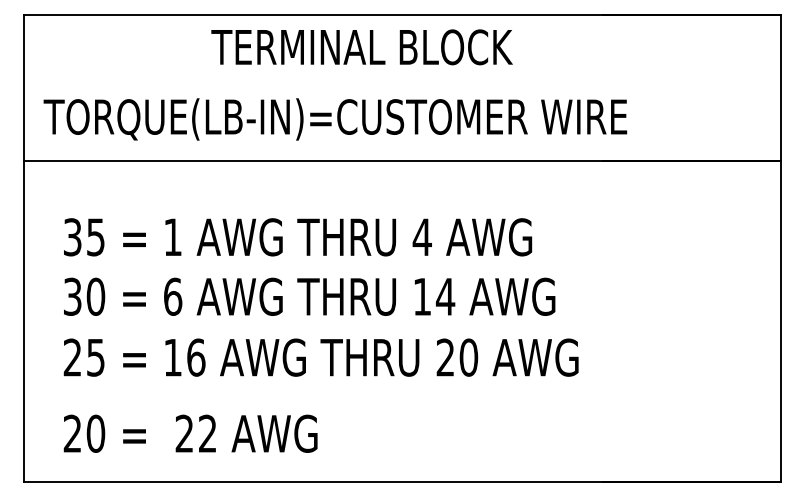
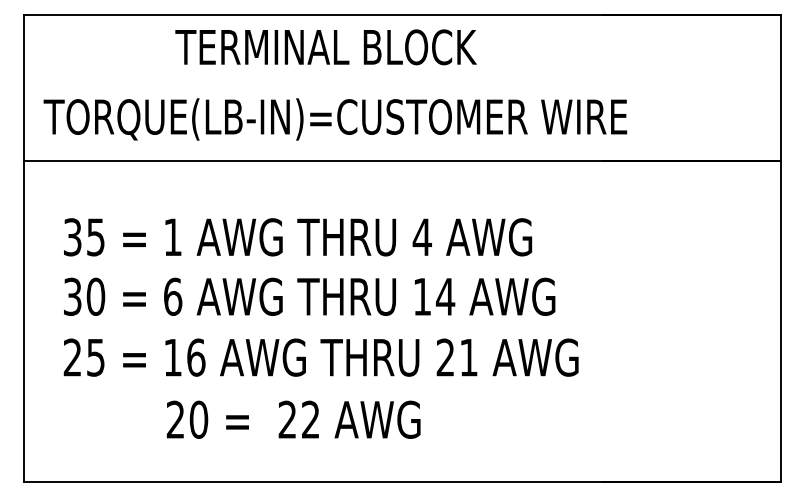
text at (361, 47) position: (361, 47) -> (325, 47)
text at (468, 357): 20 -> 21
text at (190, 433) position: (190, 433) -> (293, 419)
